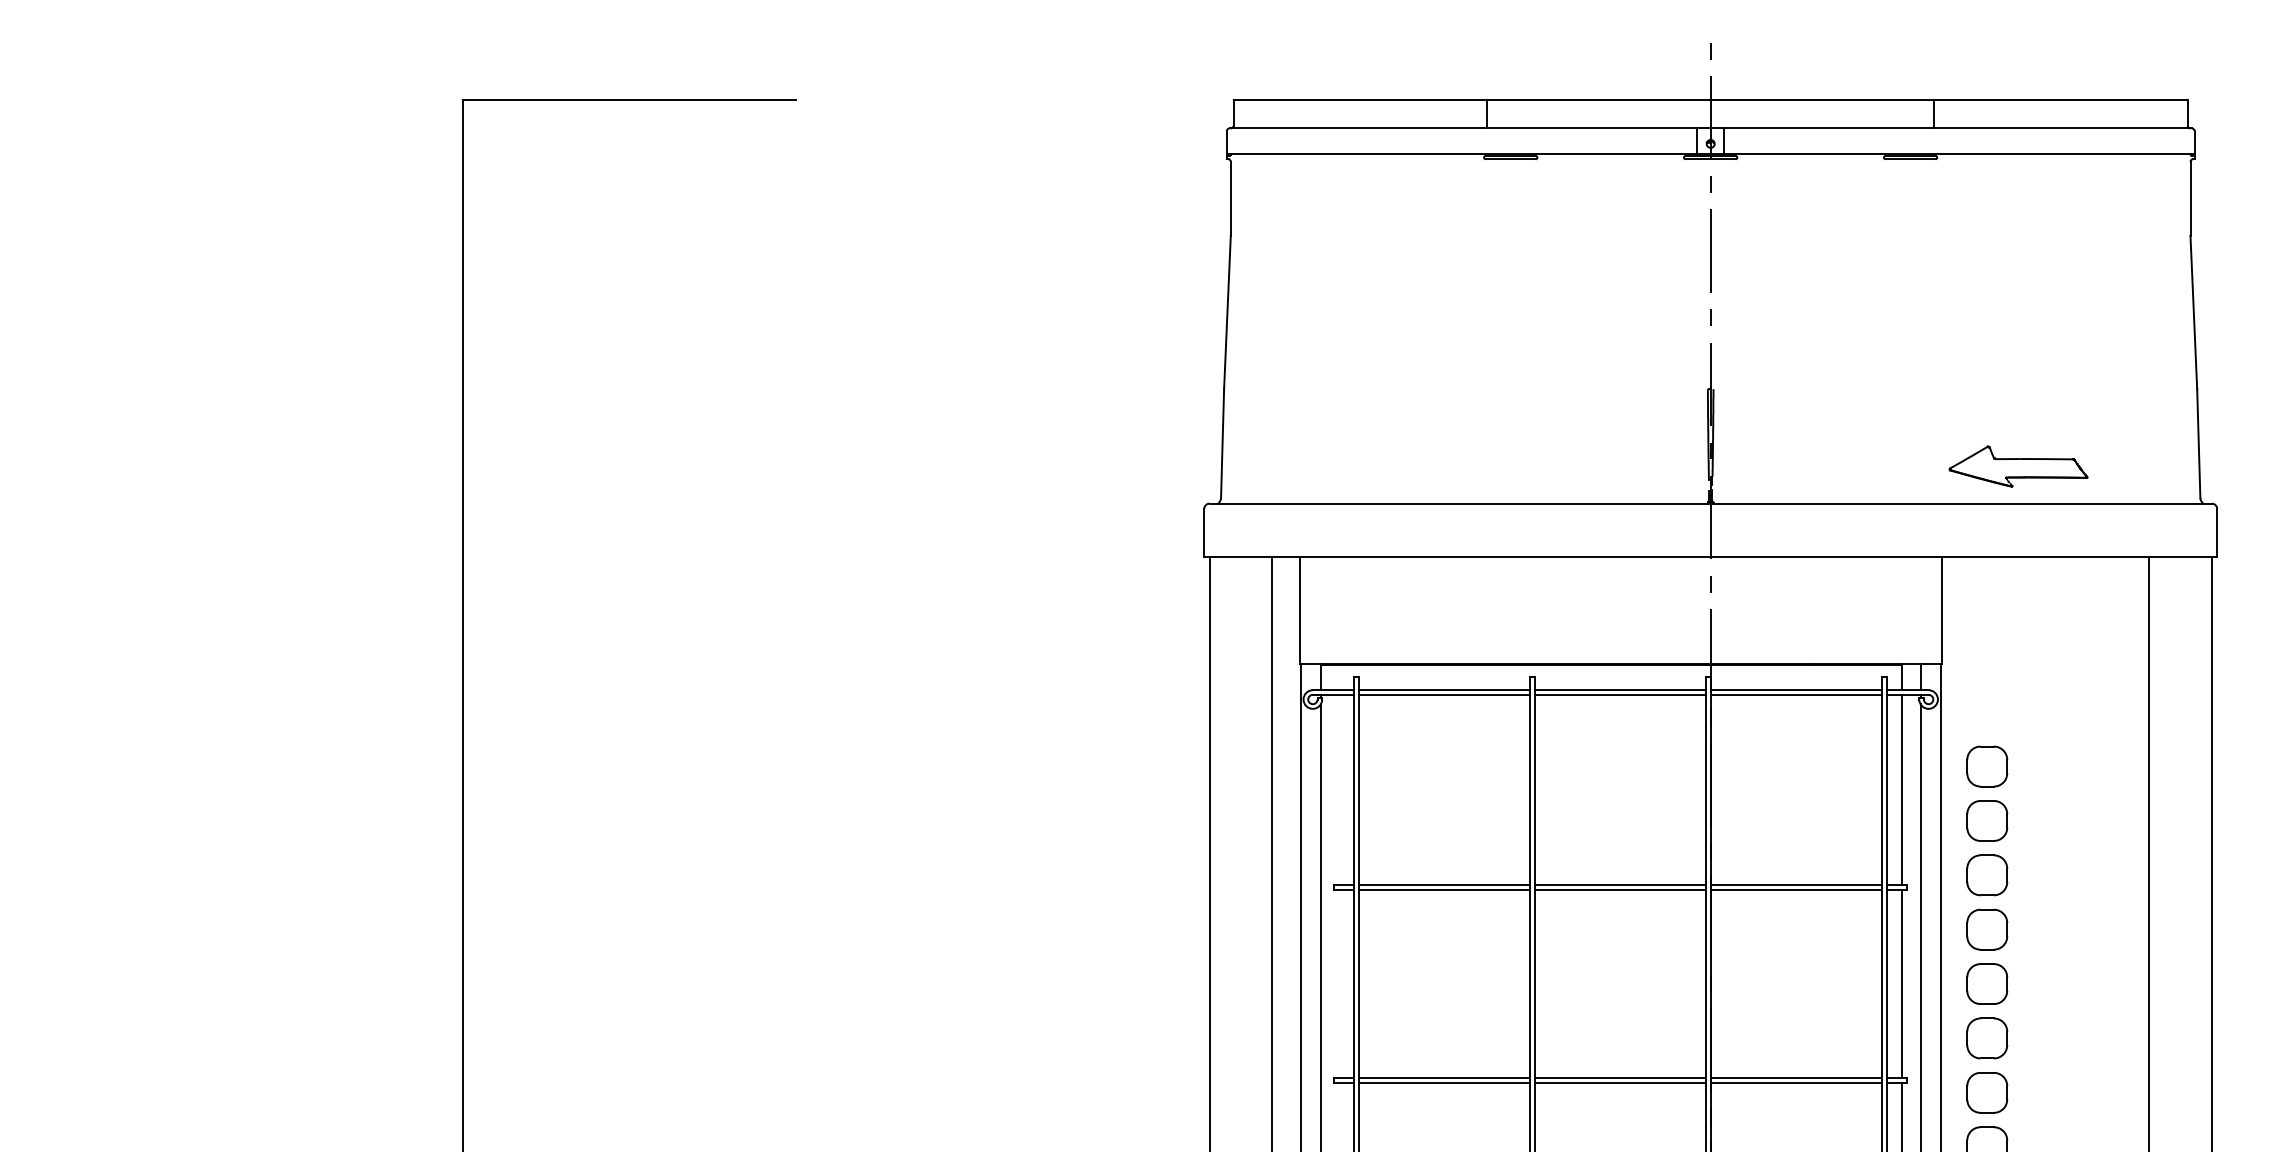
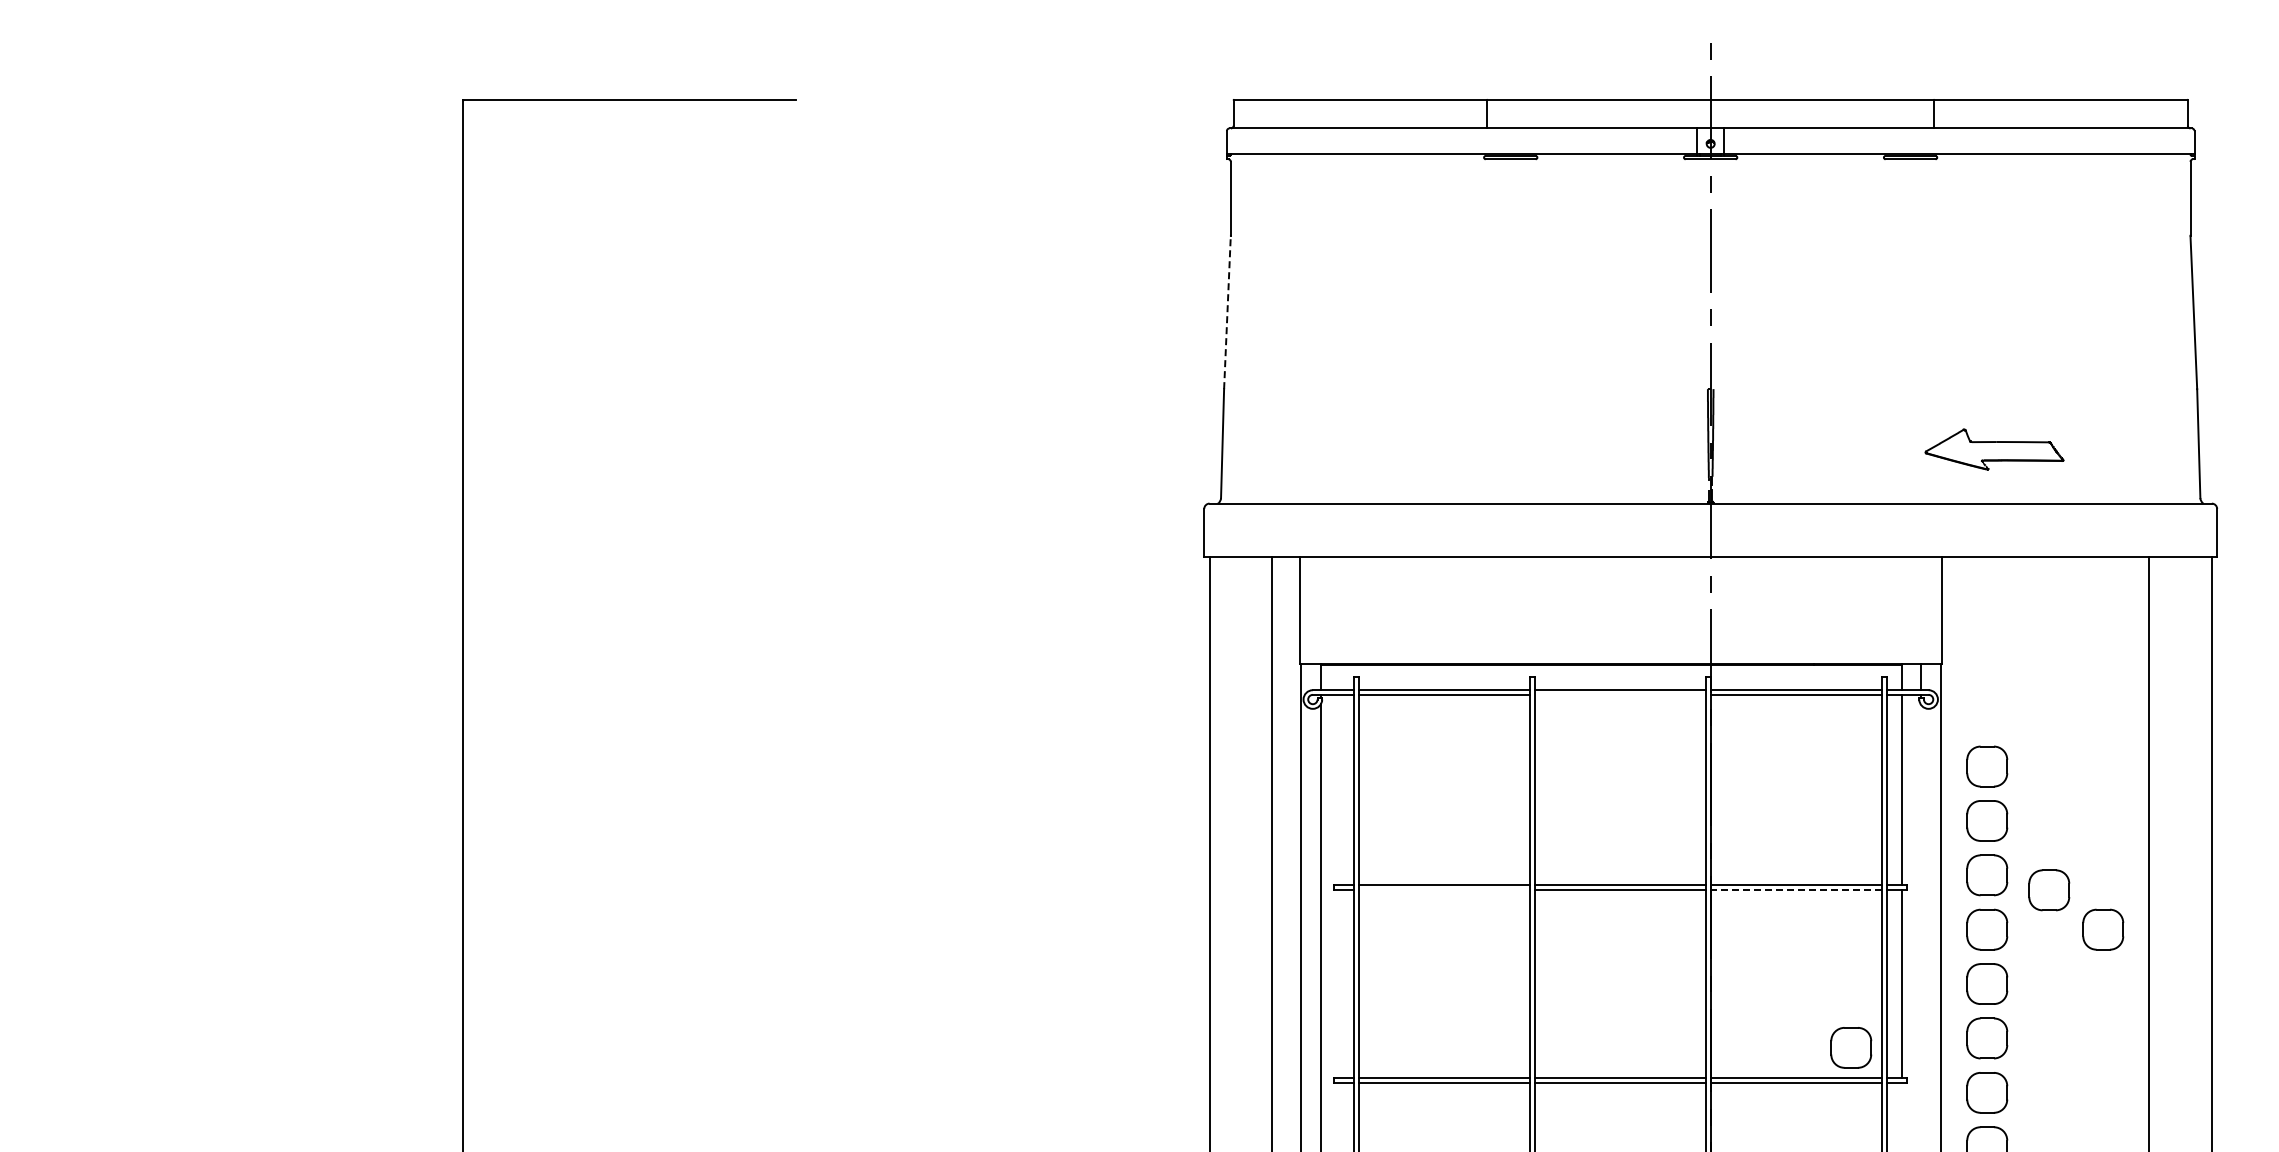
line at (1227, 312): solid -> dashed
part at (2018, 466) position: (2018, 466) -> (1994, 449)
line at (1620, 694): present -> none
line at (1444, 889): present -> none
line at (1796, 889): solid -> dashed
part at (2049, 890): none -> present
line at (1920, 926): present -> none
part at (2103, 929): none -> present
part at (1851, 1047): none -> present
line at (1901, 1115): present -> none
